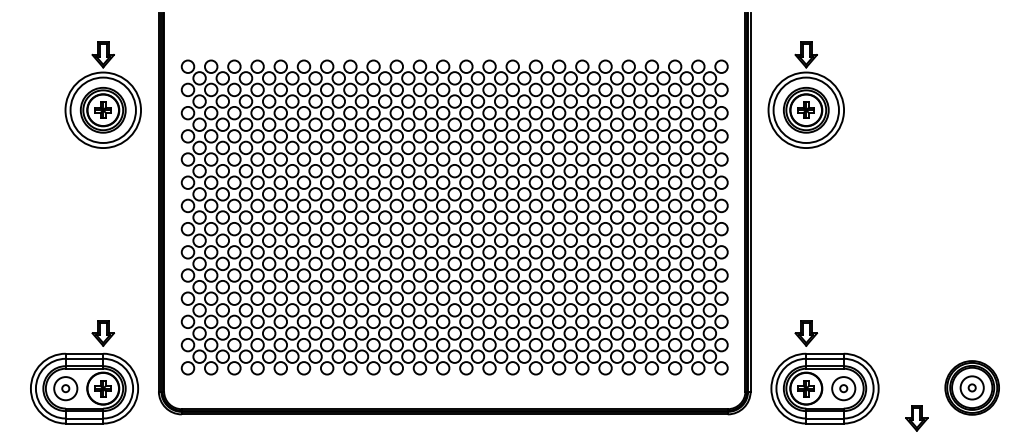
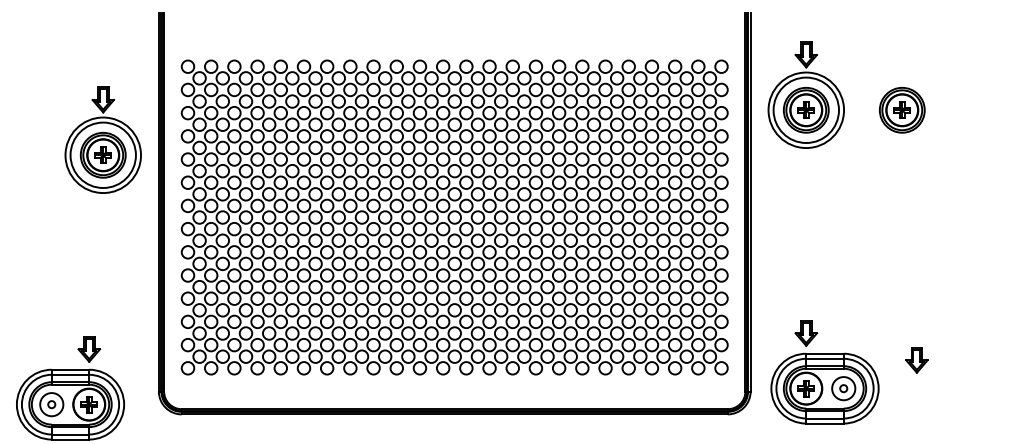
part at (102, 94) position: (102, 94) -> (102, 139)
part at (902, 110): none -> present
part at (84, 372) position: (84, 372) -> (70, 388)
part at (971, 387): present -> none
part at (916, 418) position: (916, 418) -> (916, 360)
